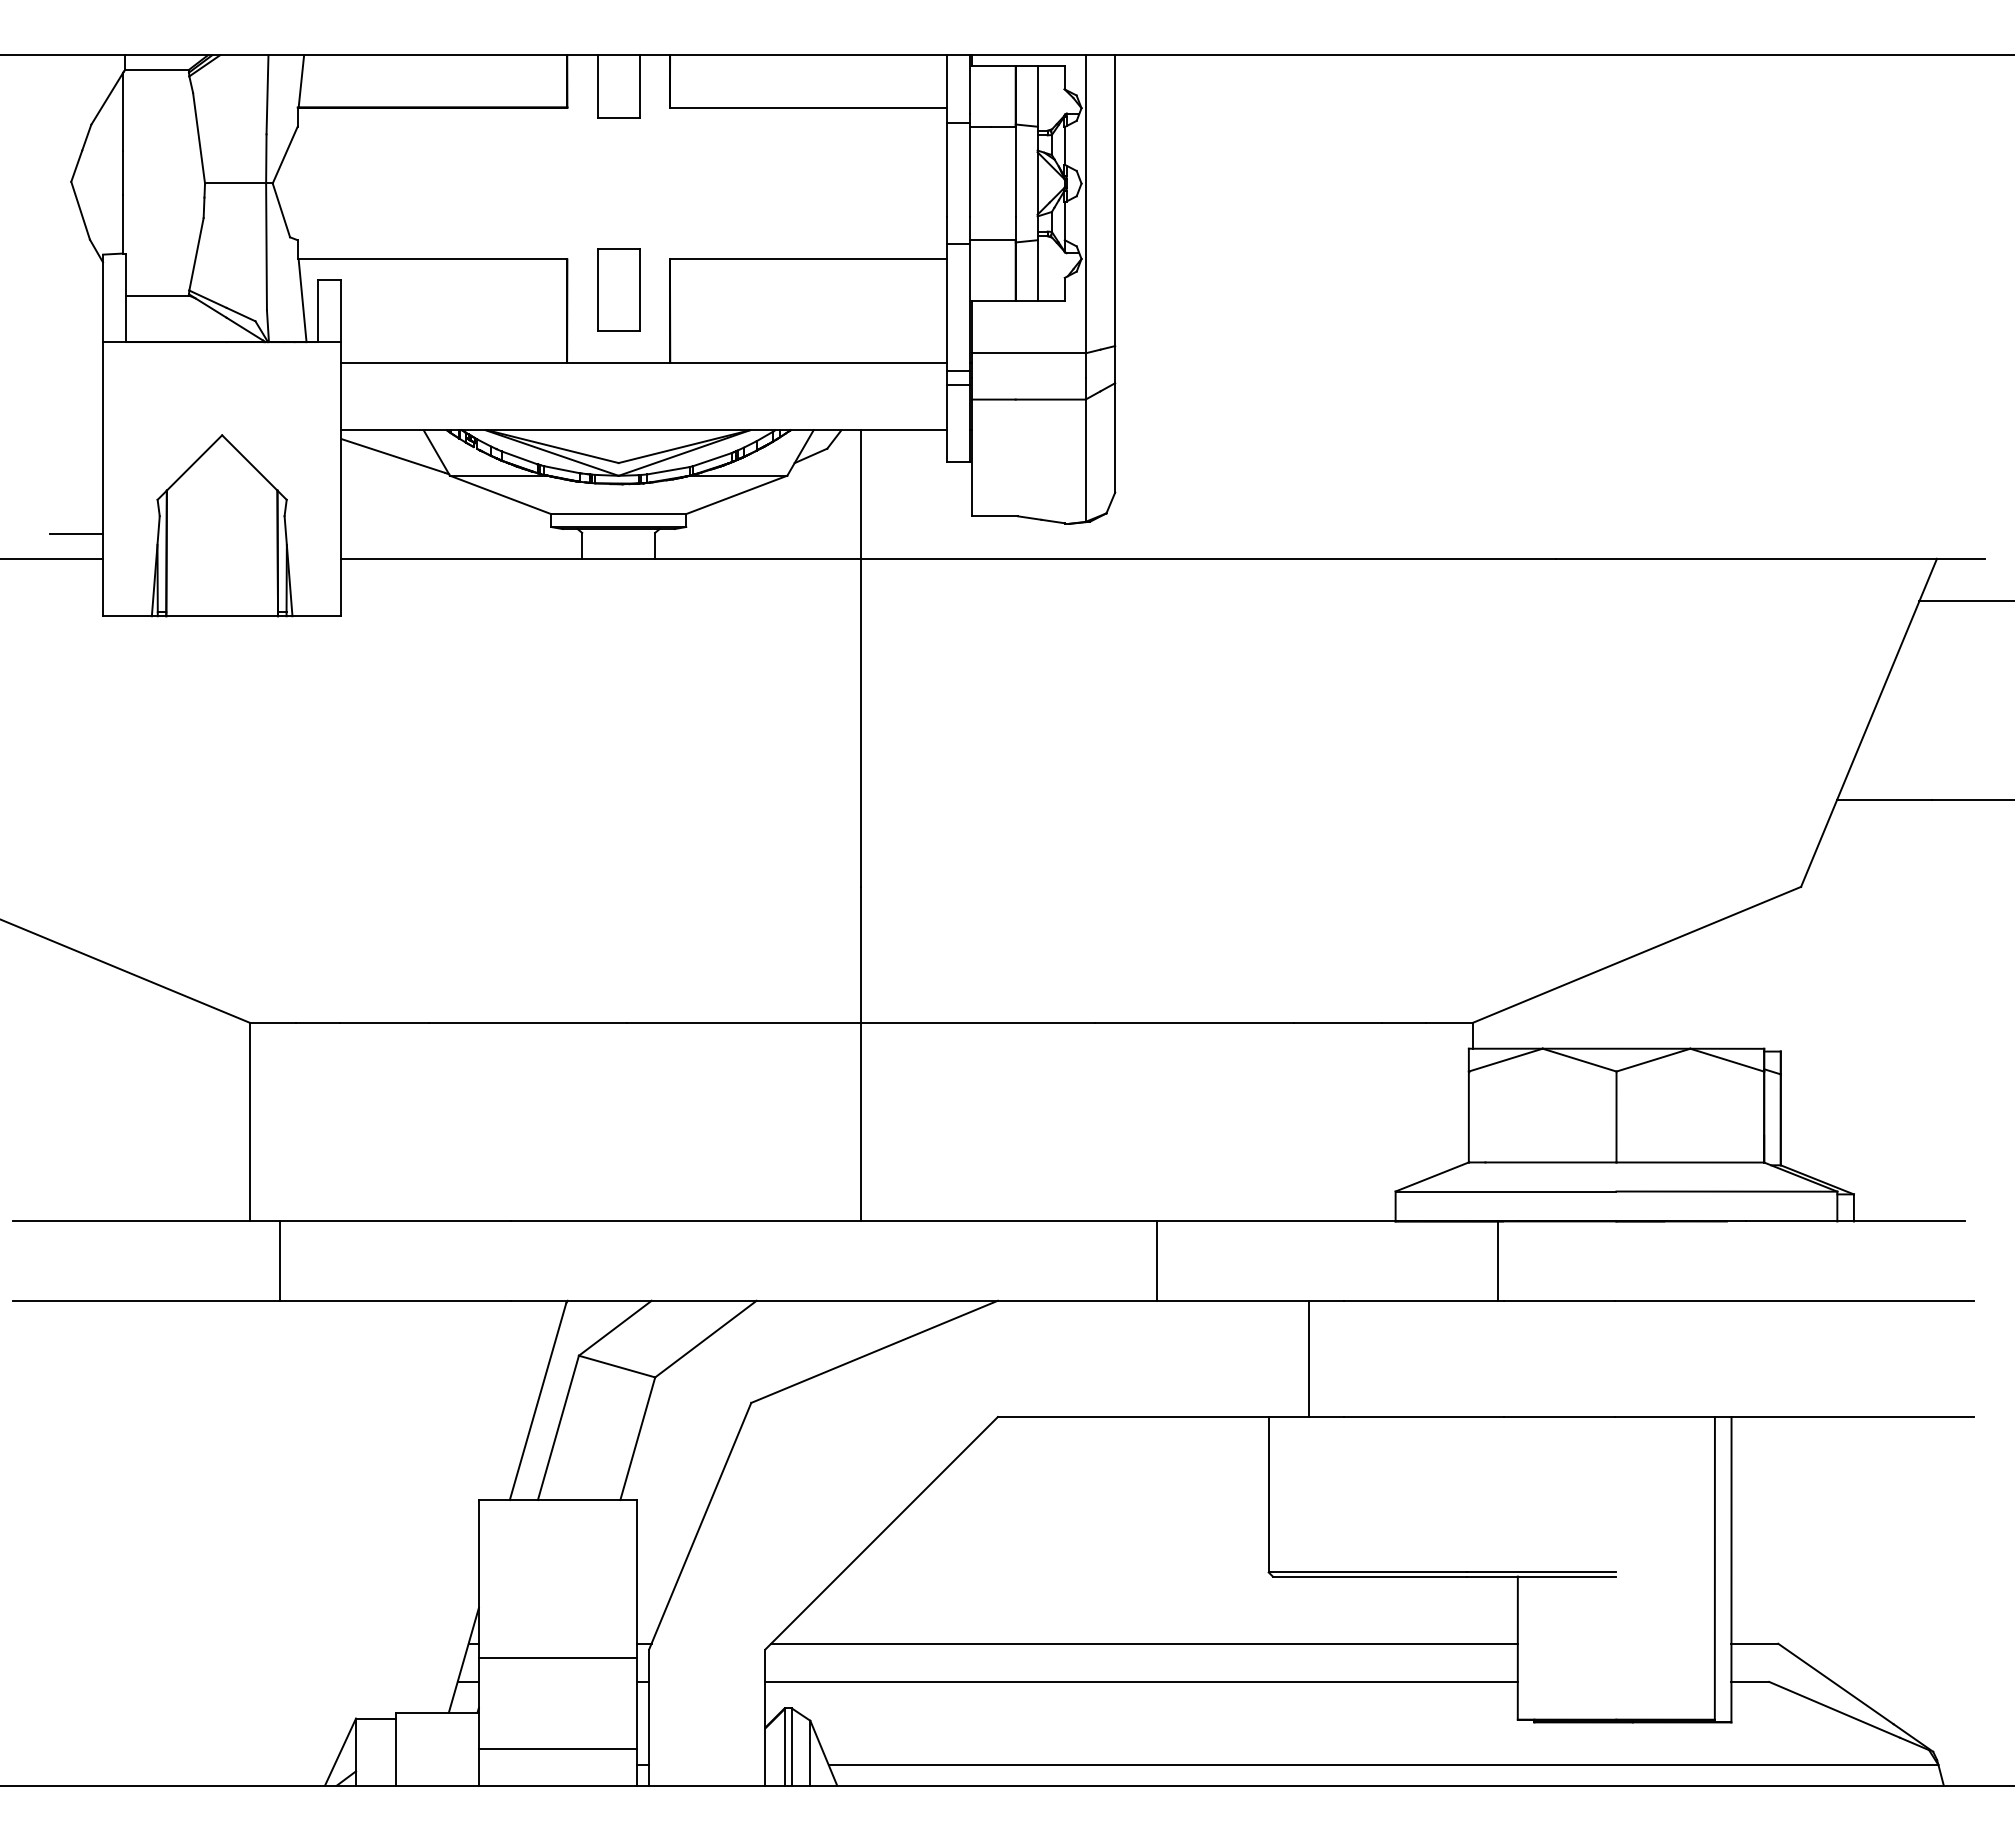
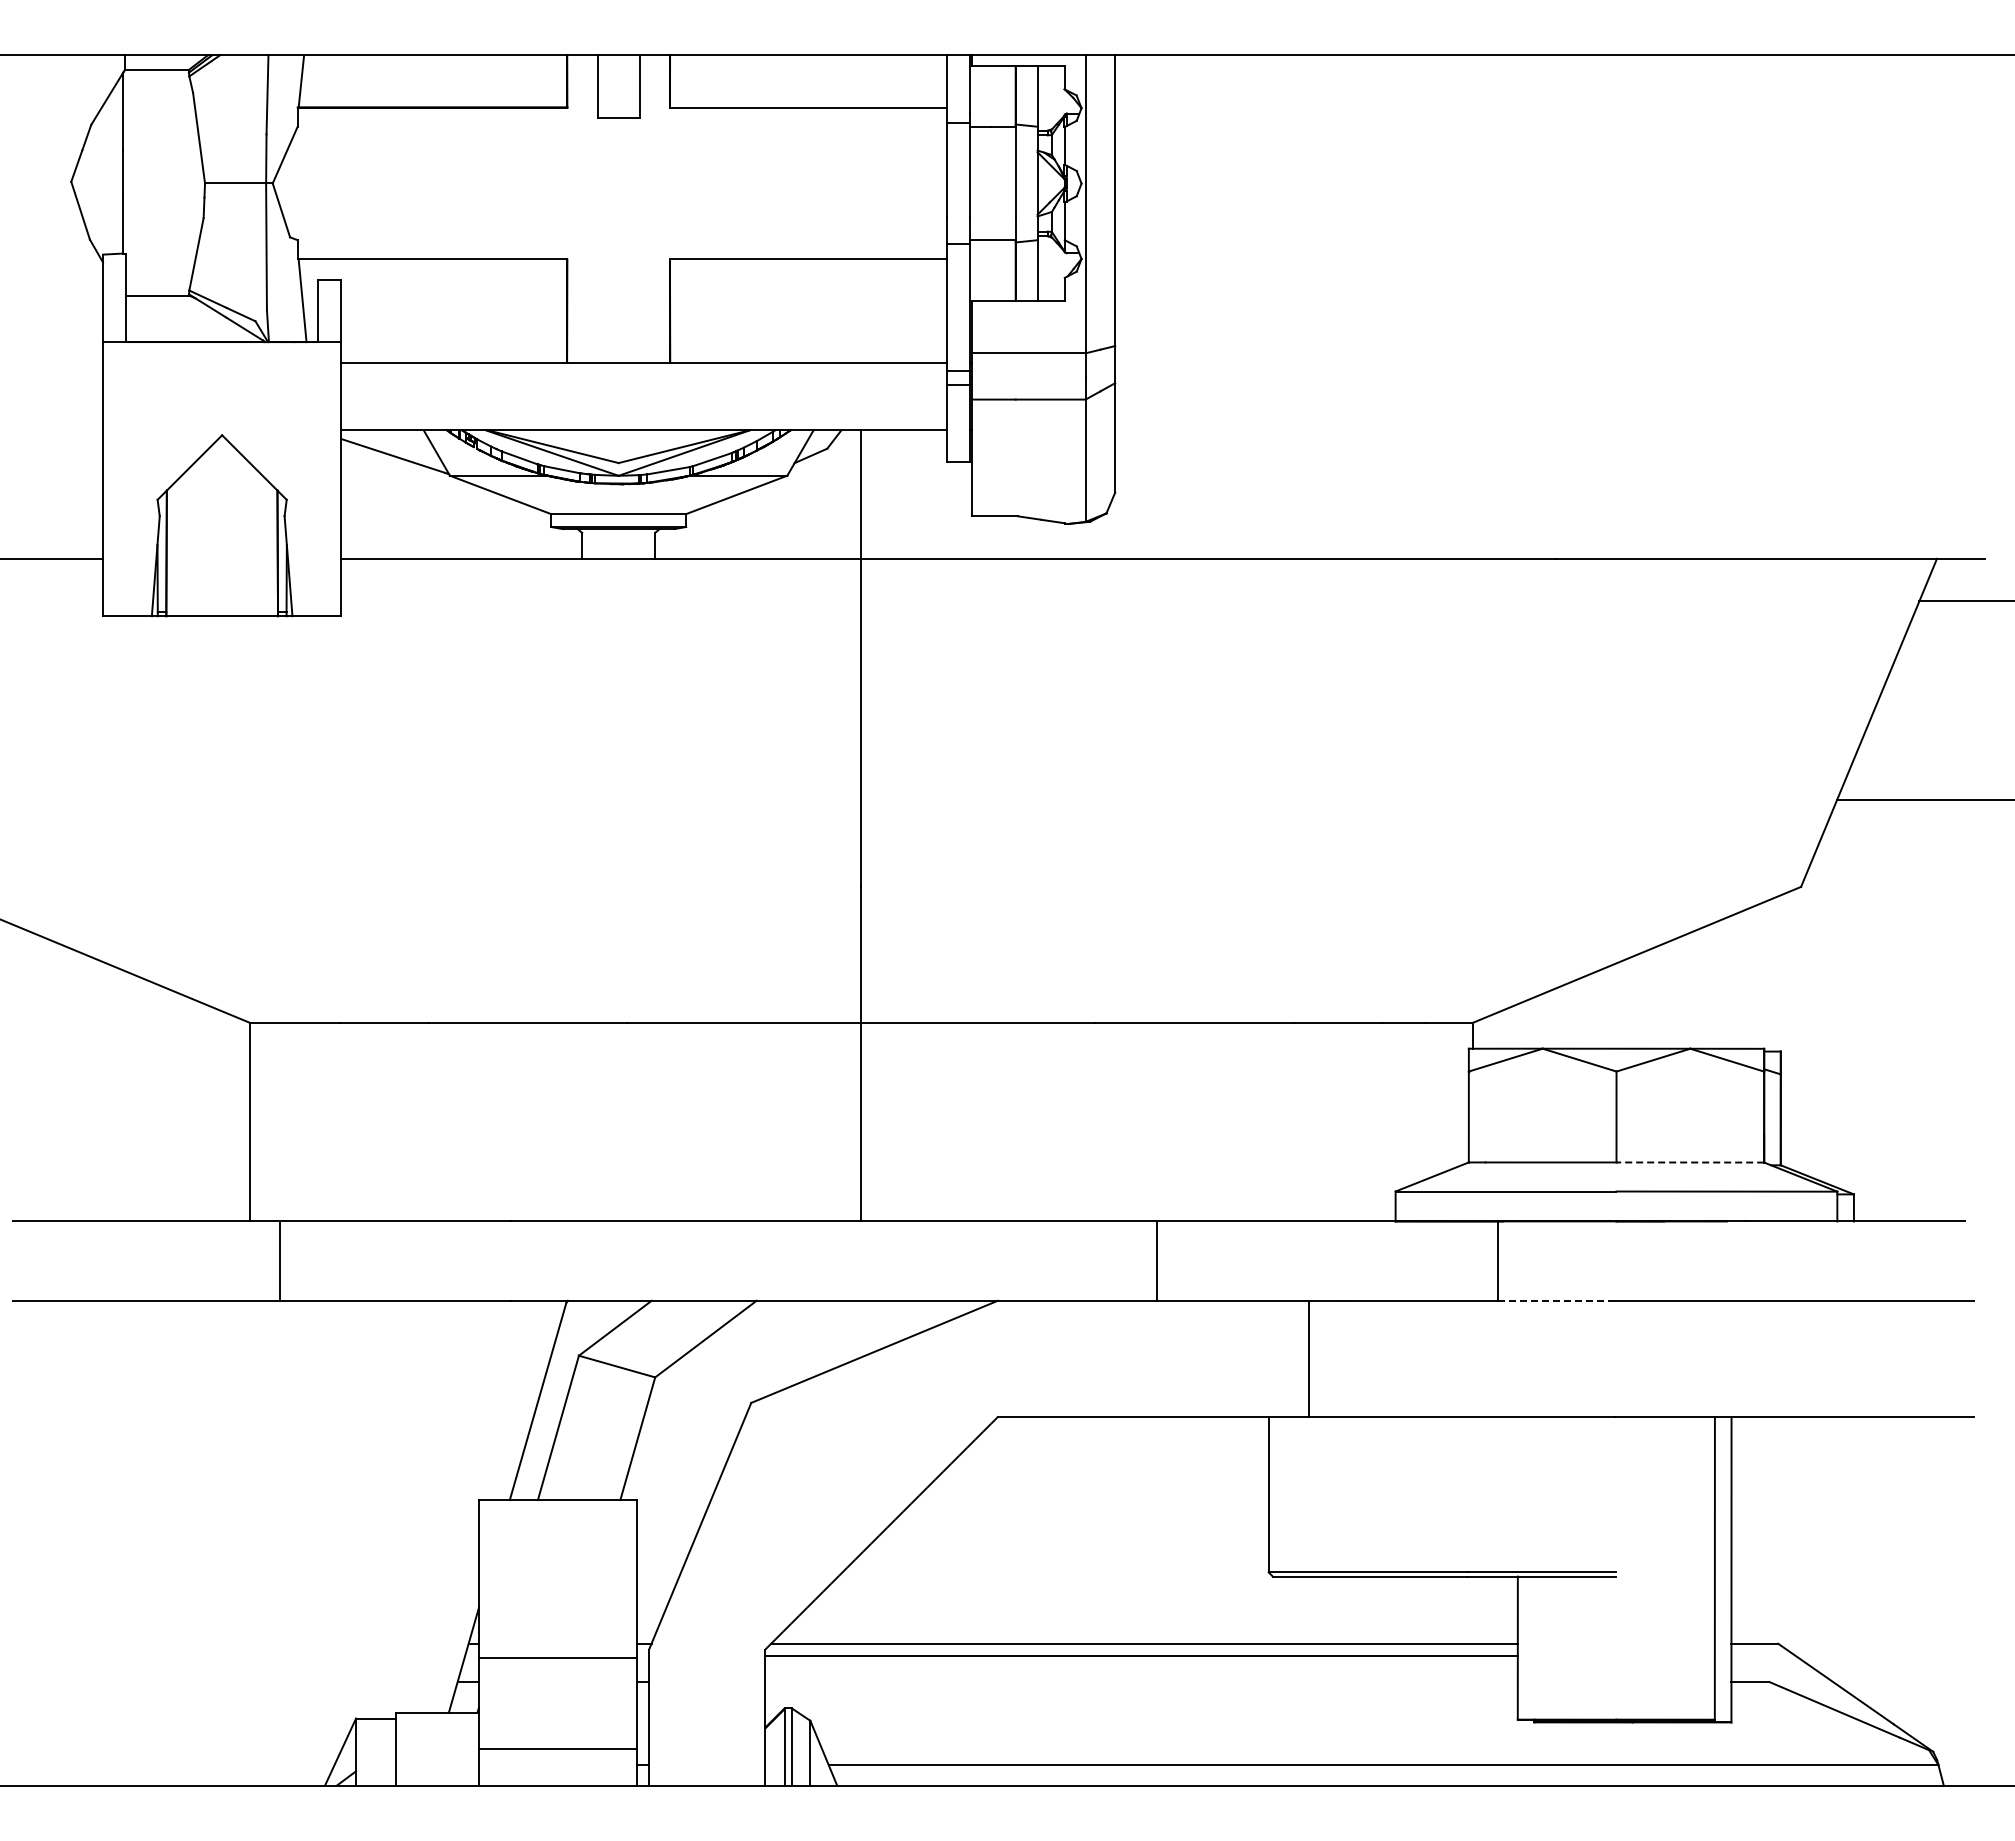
part at (618, 289): present -> none
line at (76, 533): present -> none
line at (1690, 1162): solid -> dashed
line at (1558, 1300): solid -> dashed
line at (1141, 1681) position: (1141, 1681) -> (1141, 1655)
